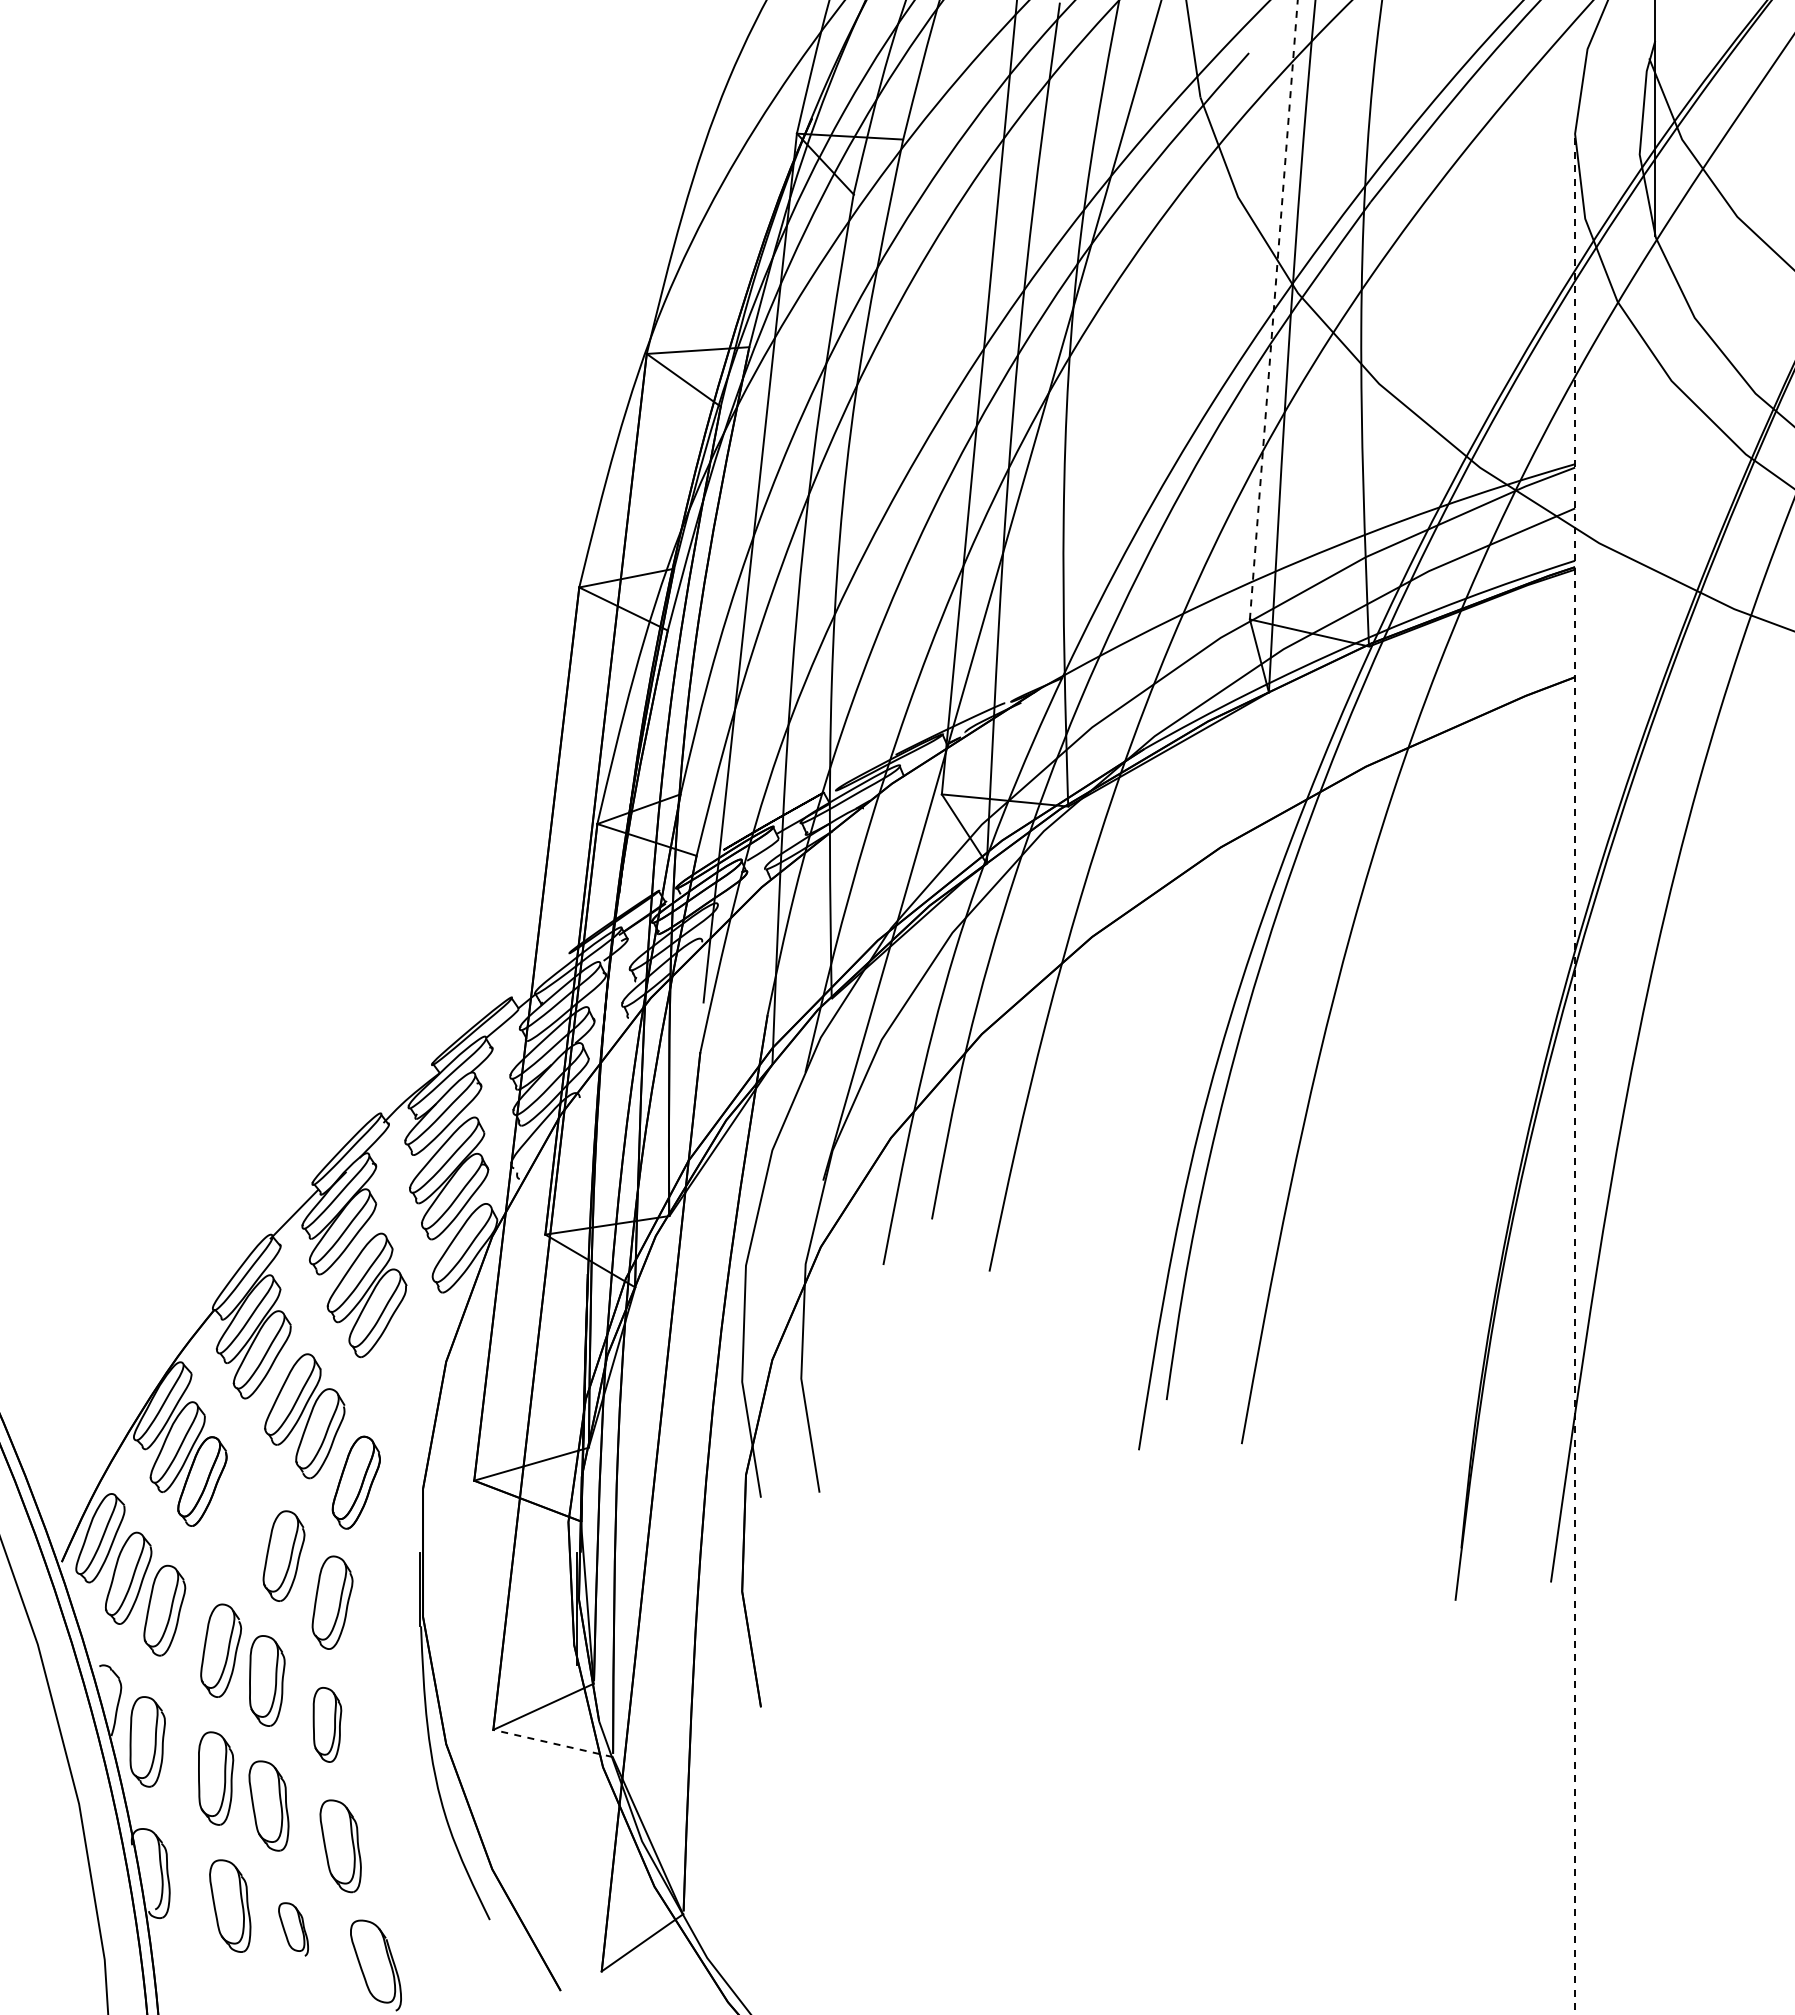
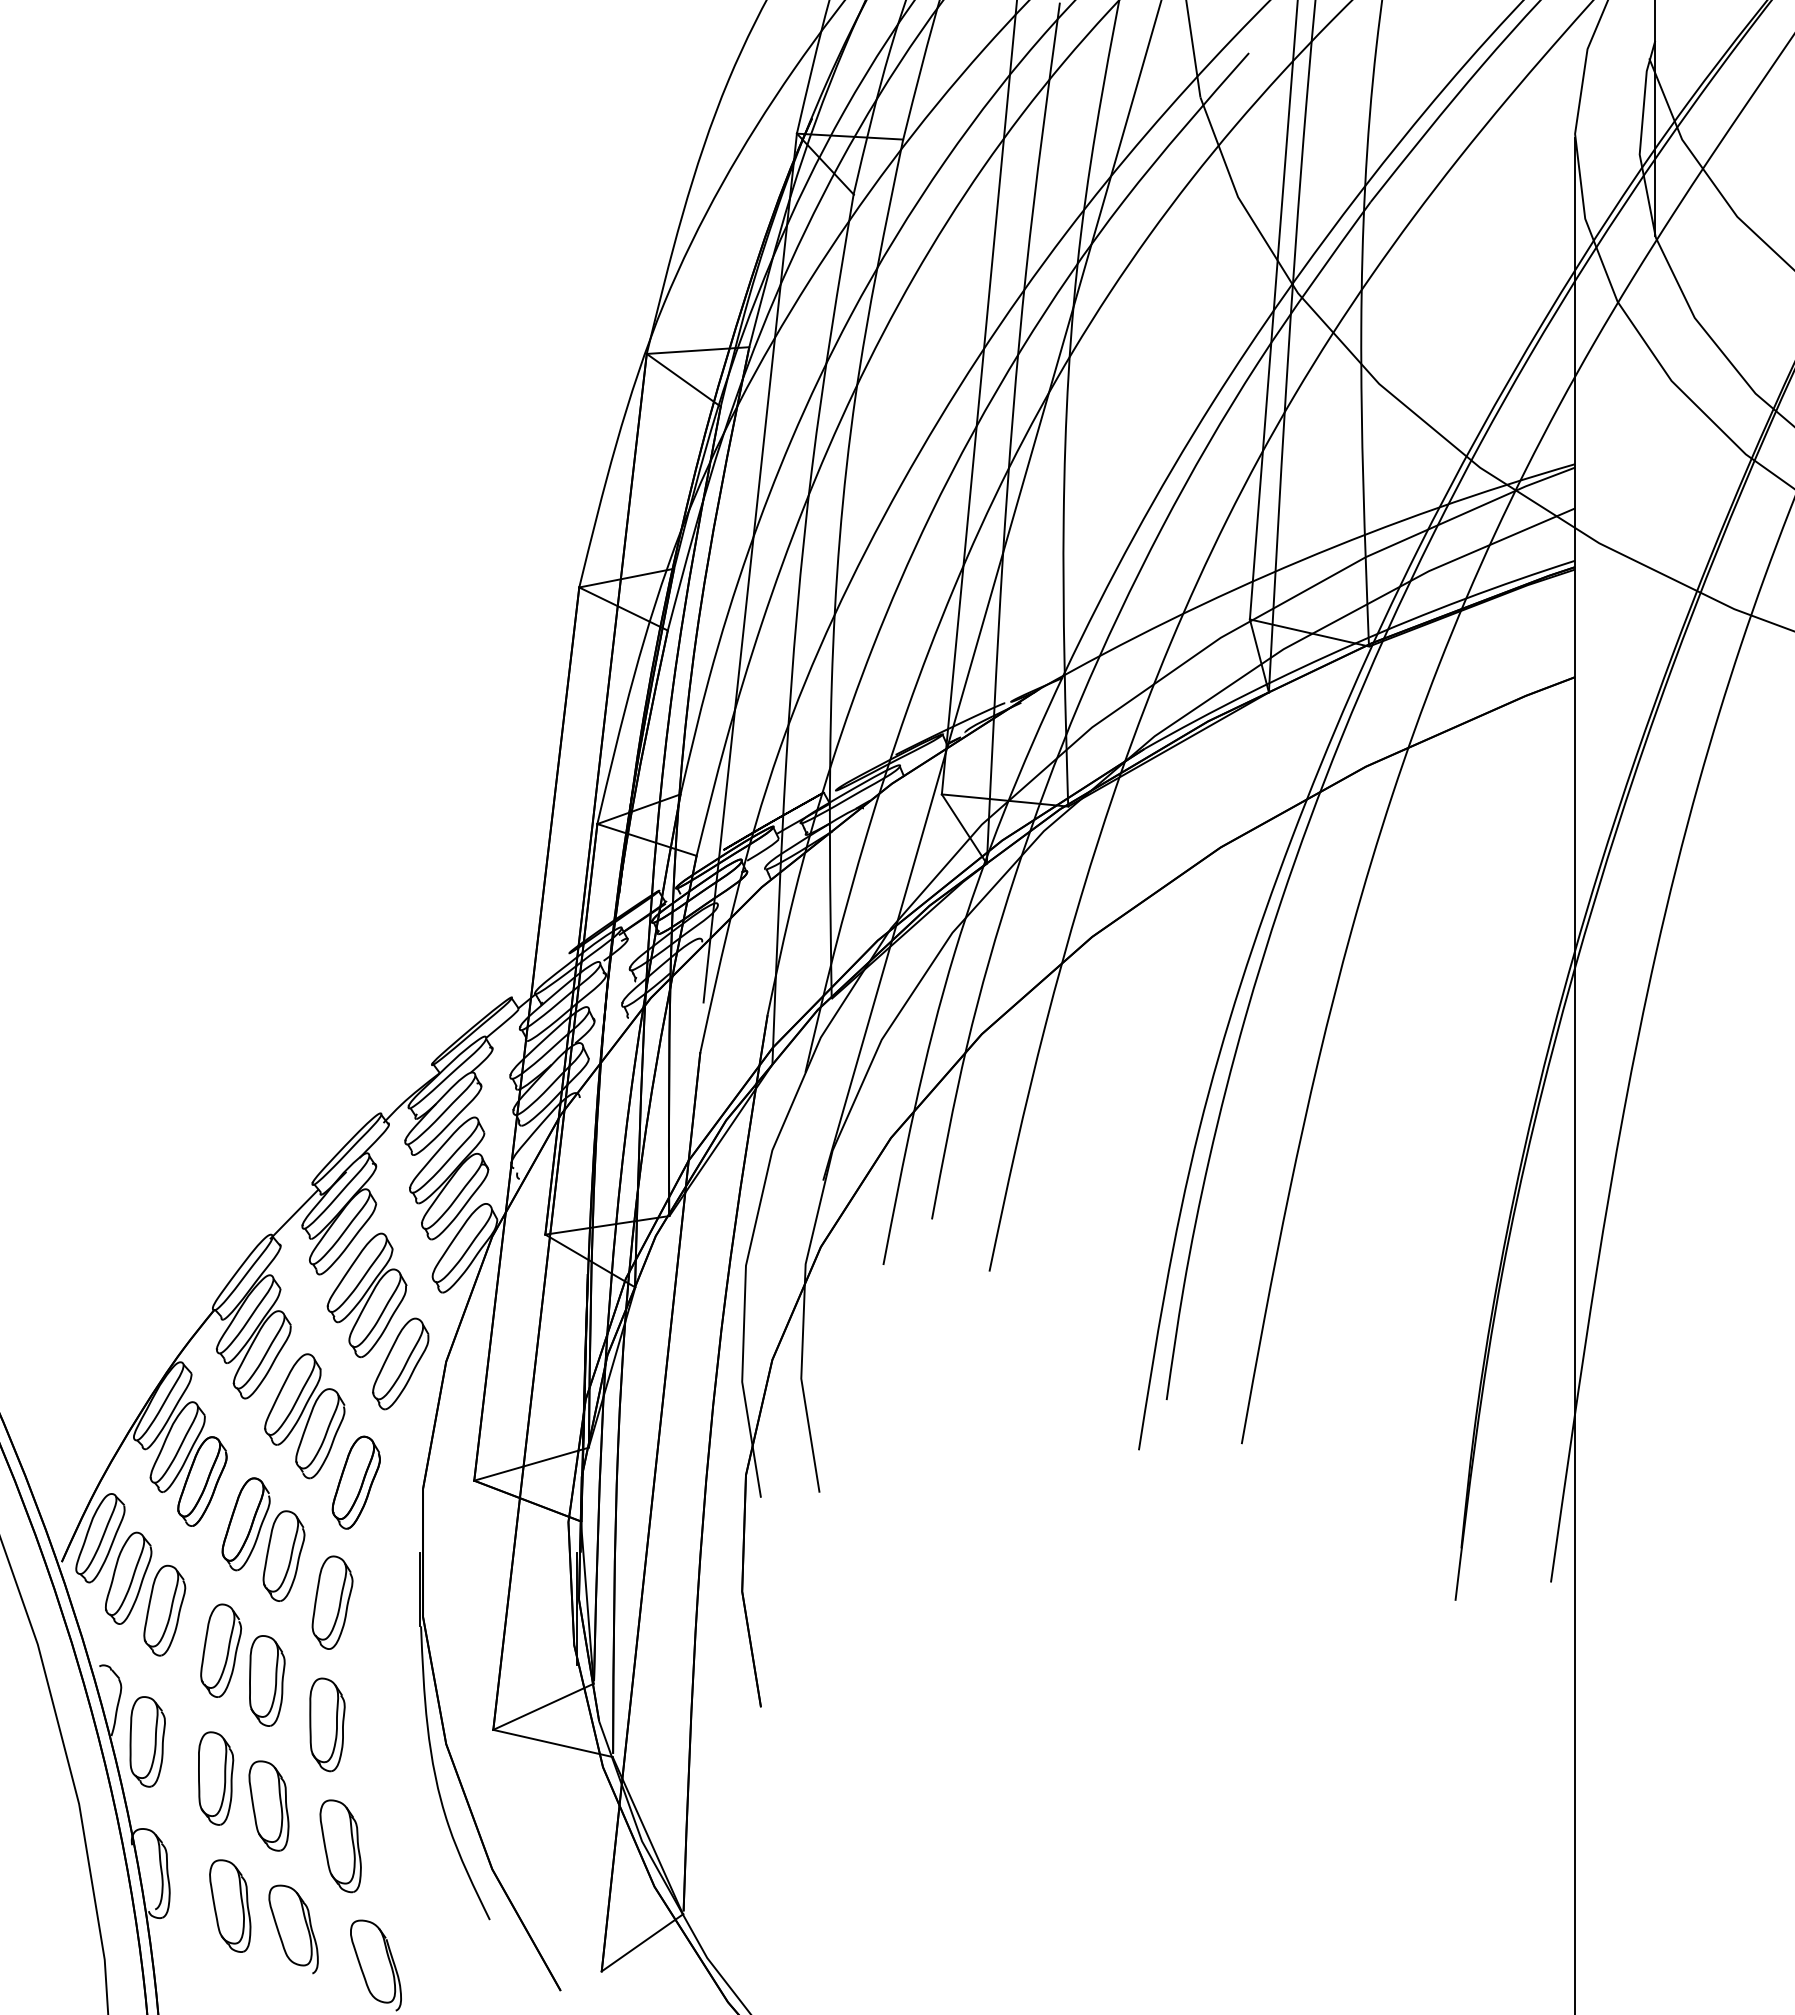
line at (1273, 310): dashed -> solid
line at (1575, 1077): dashed -> solid
part at (400, 1363): none -> present
part at (245, 1524): none -> present
part at (327, 1724) size: 31x76 px -> 37x96 px
line at (552, 1743): dashed -> solid
part at (293, 1929) size: 31x55 px -> 51x91 px
